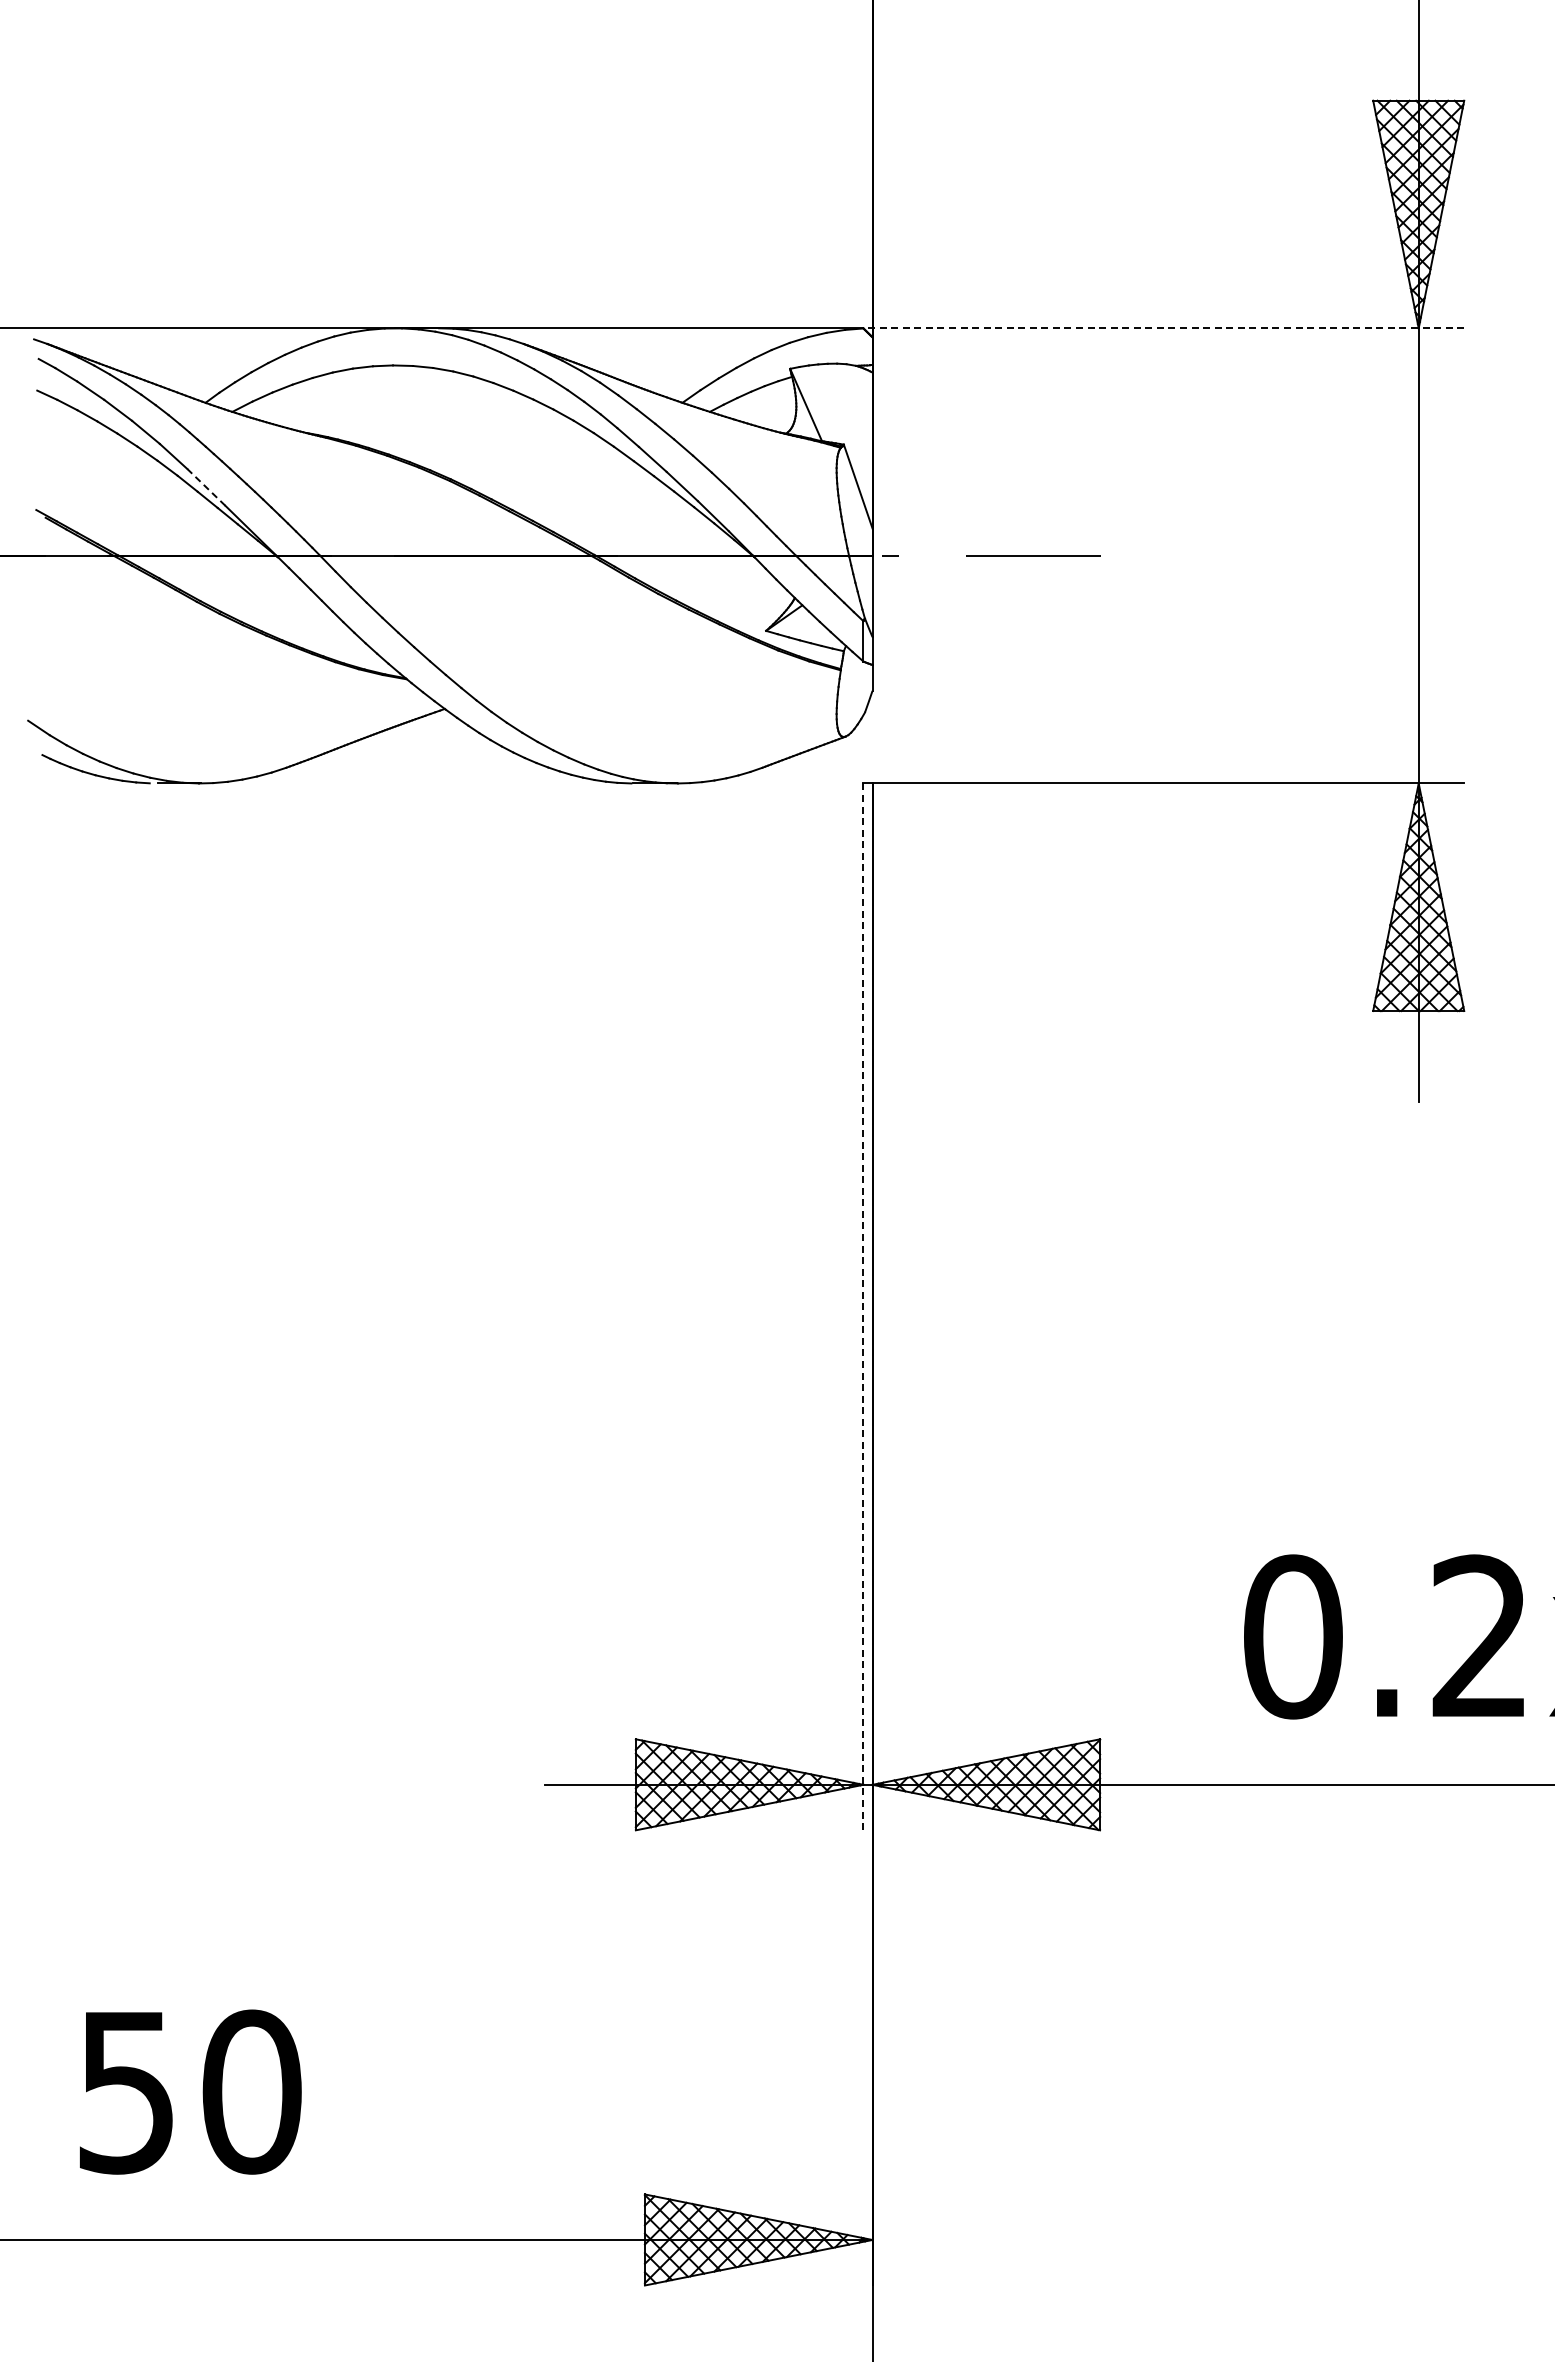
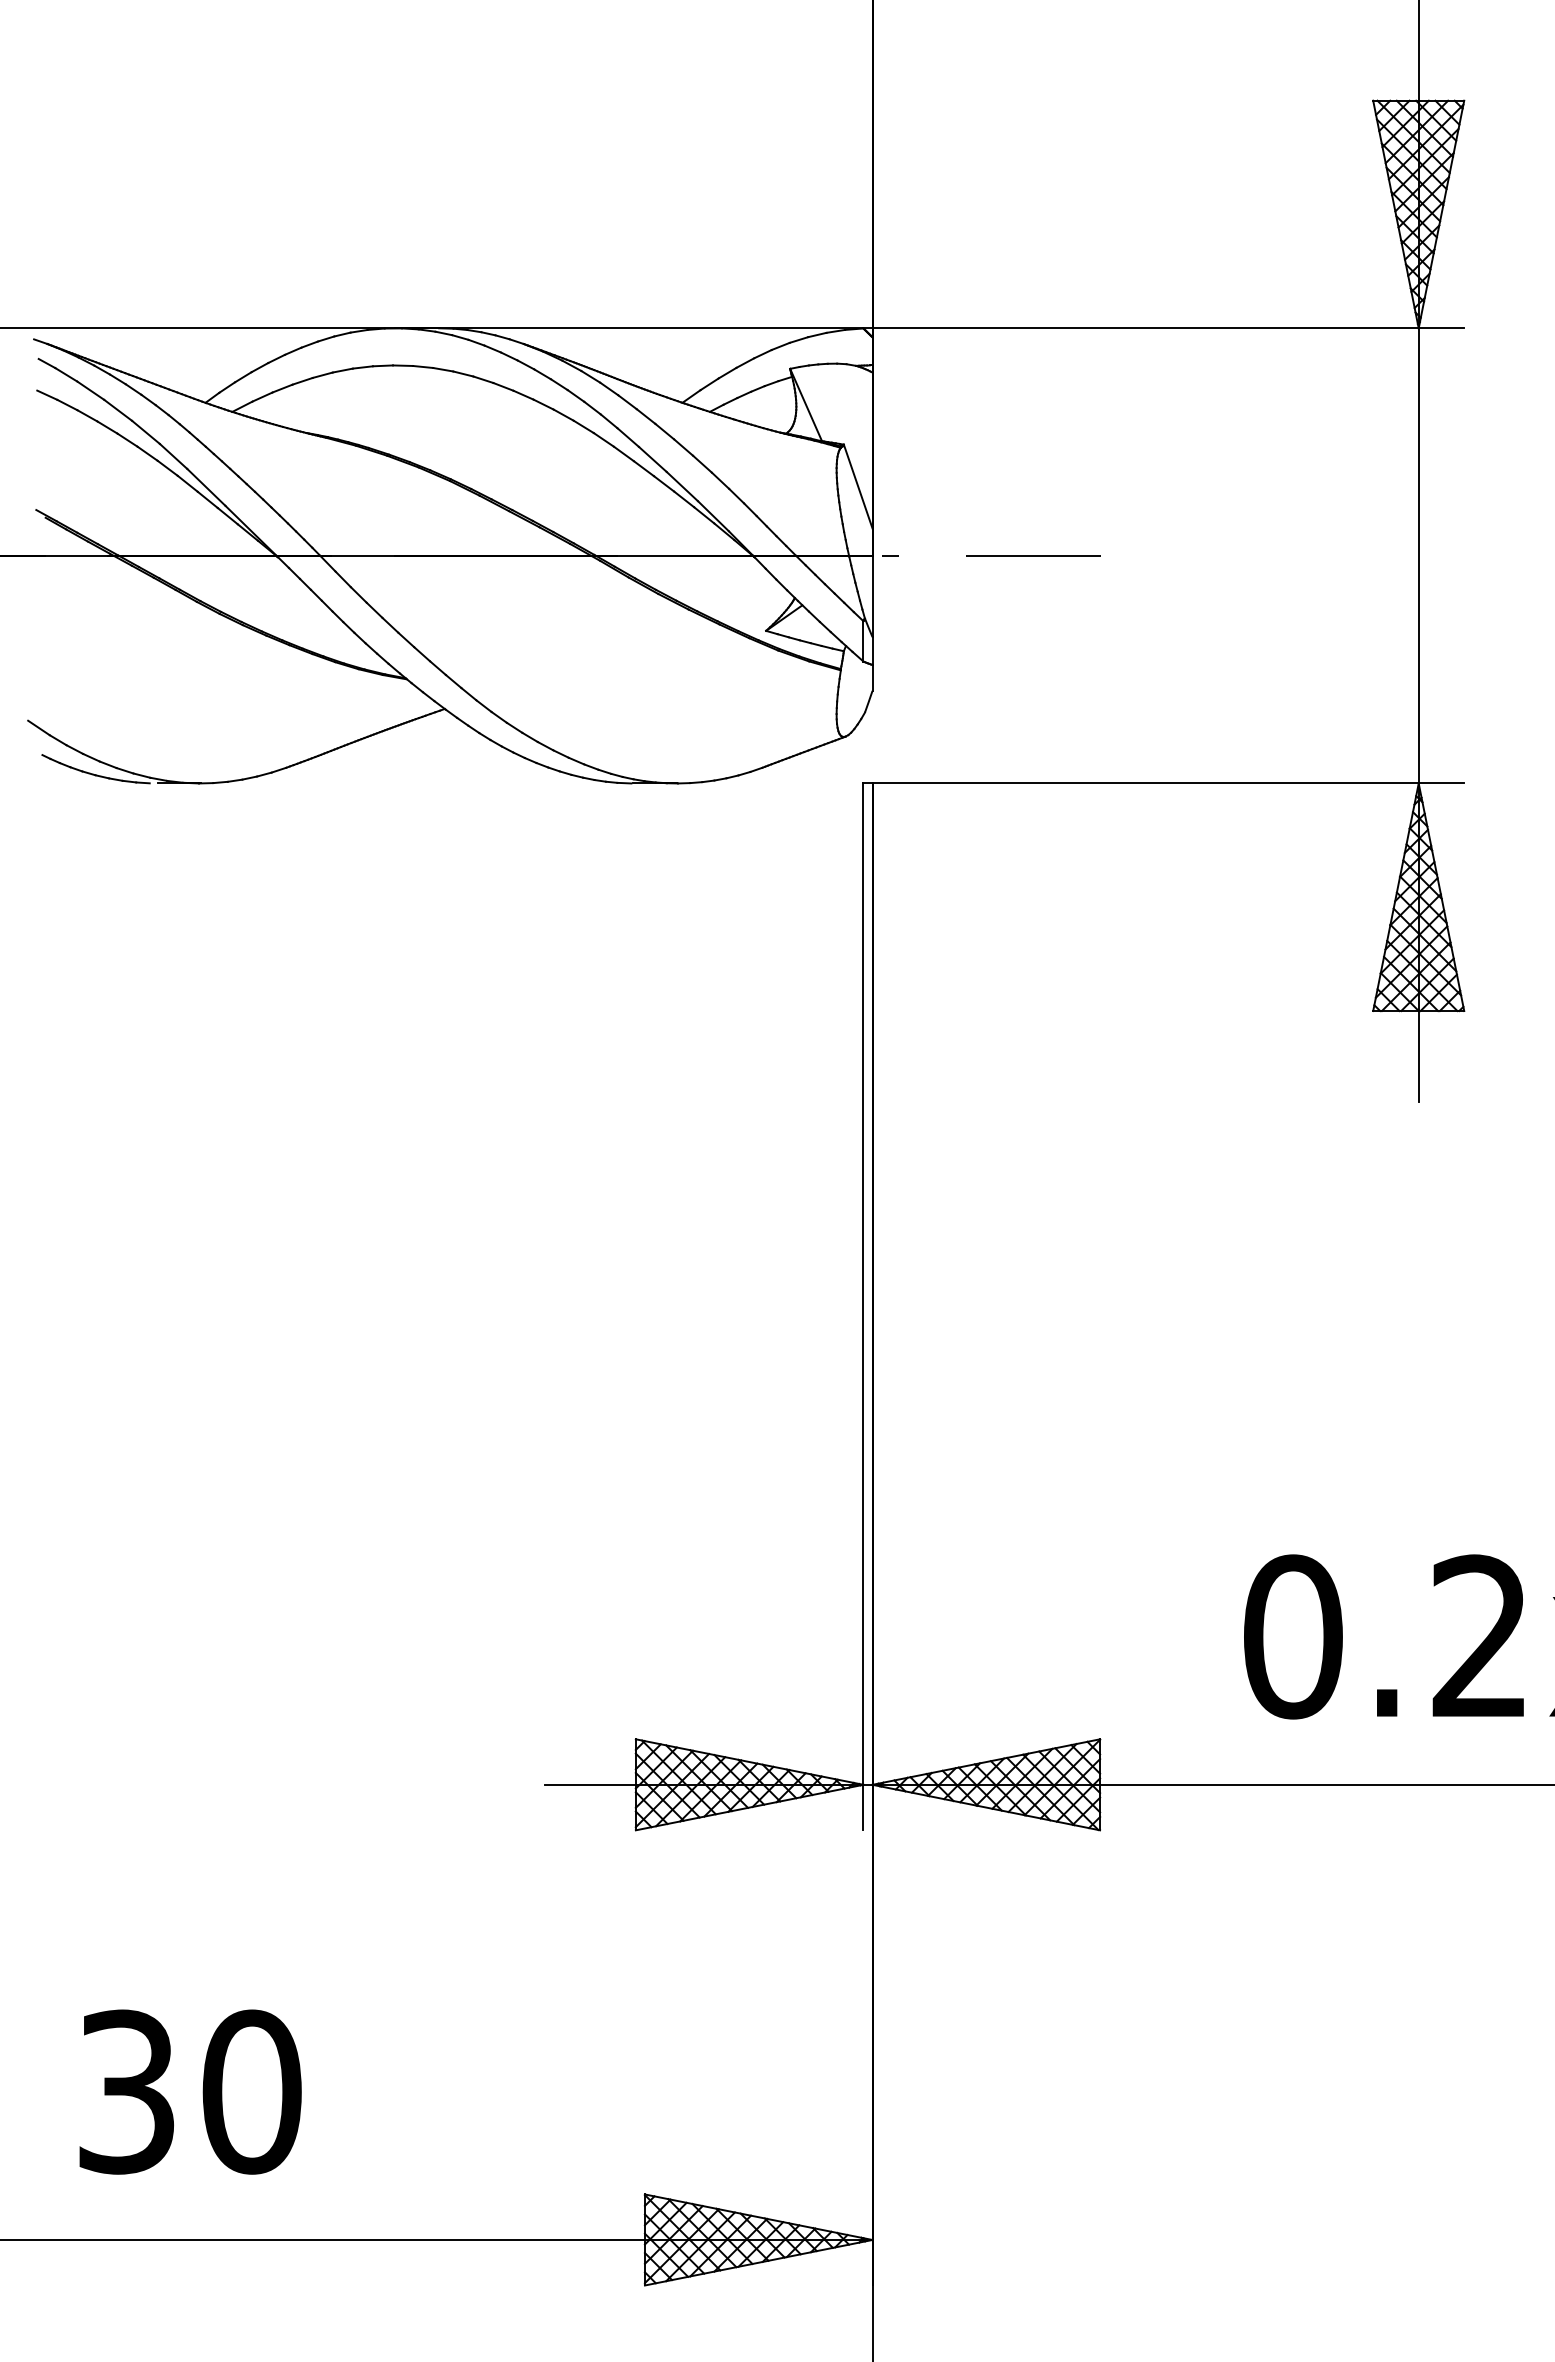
line at (1163, 328): dashed -> solid
line at (206, 487): dashed -> solid
line at (863, 1307): dashed -> solid
text at (126, 2091): 50 -> 30
